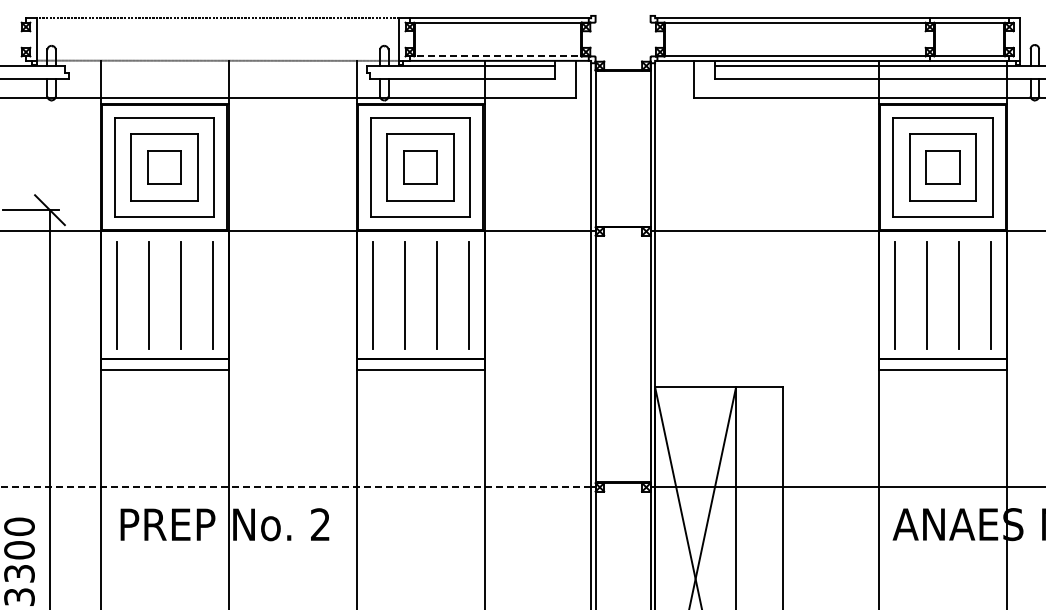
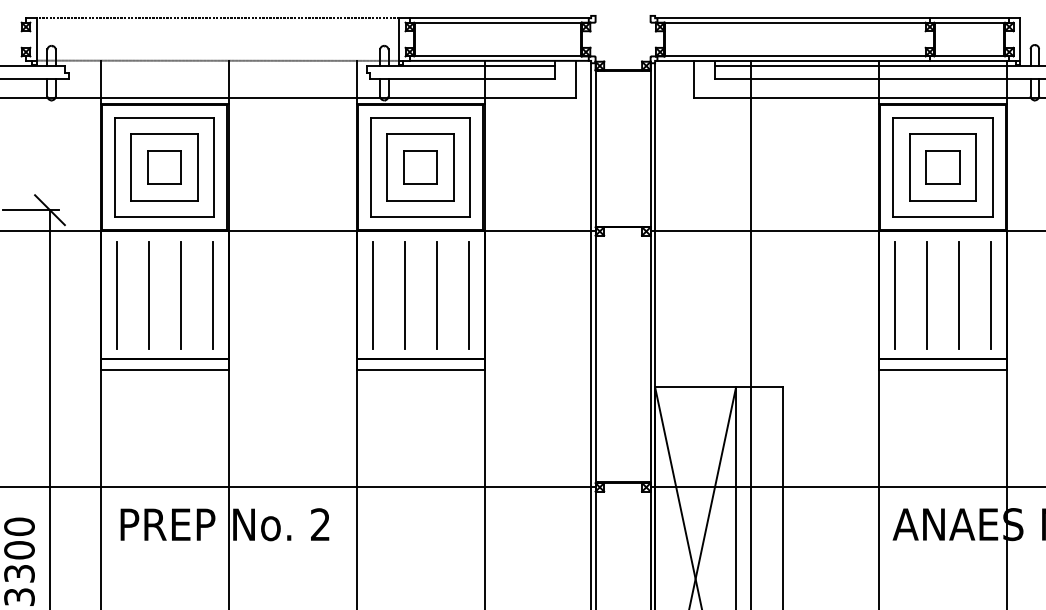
line at (498, 56): dashed -> solid
line at (751, 333): none -> present
line at (295, 487): dashed -> solid
